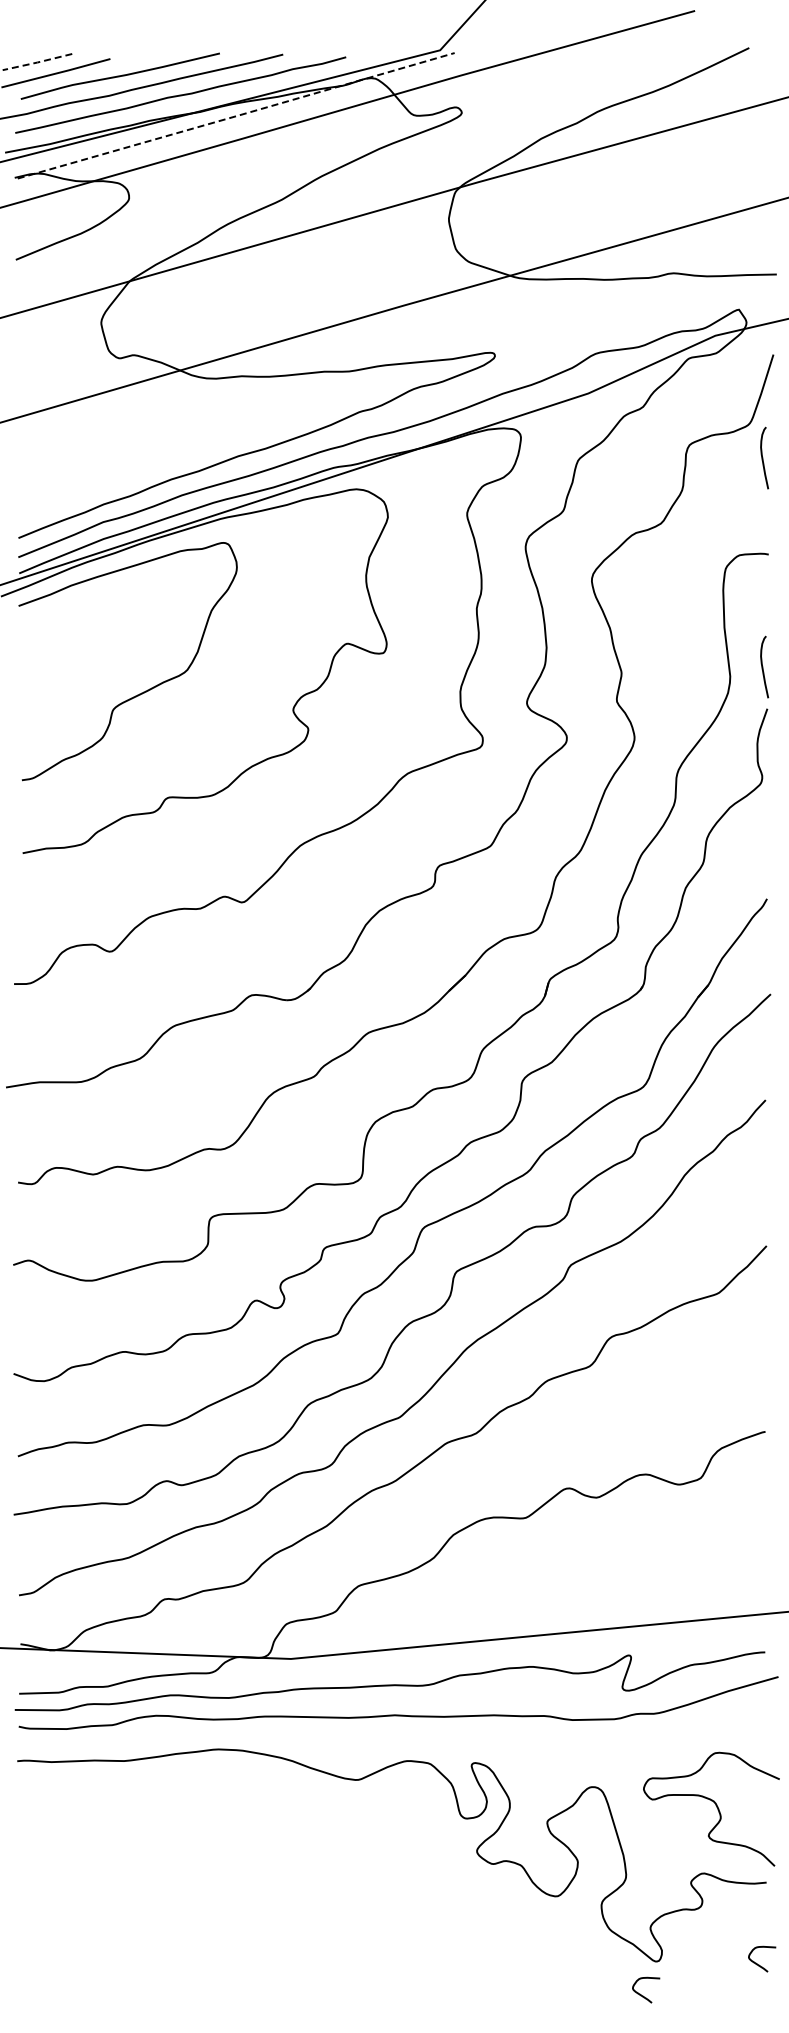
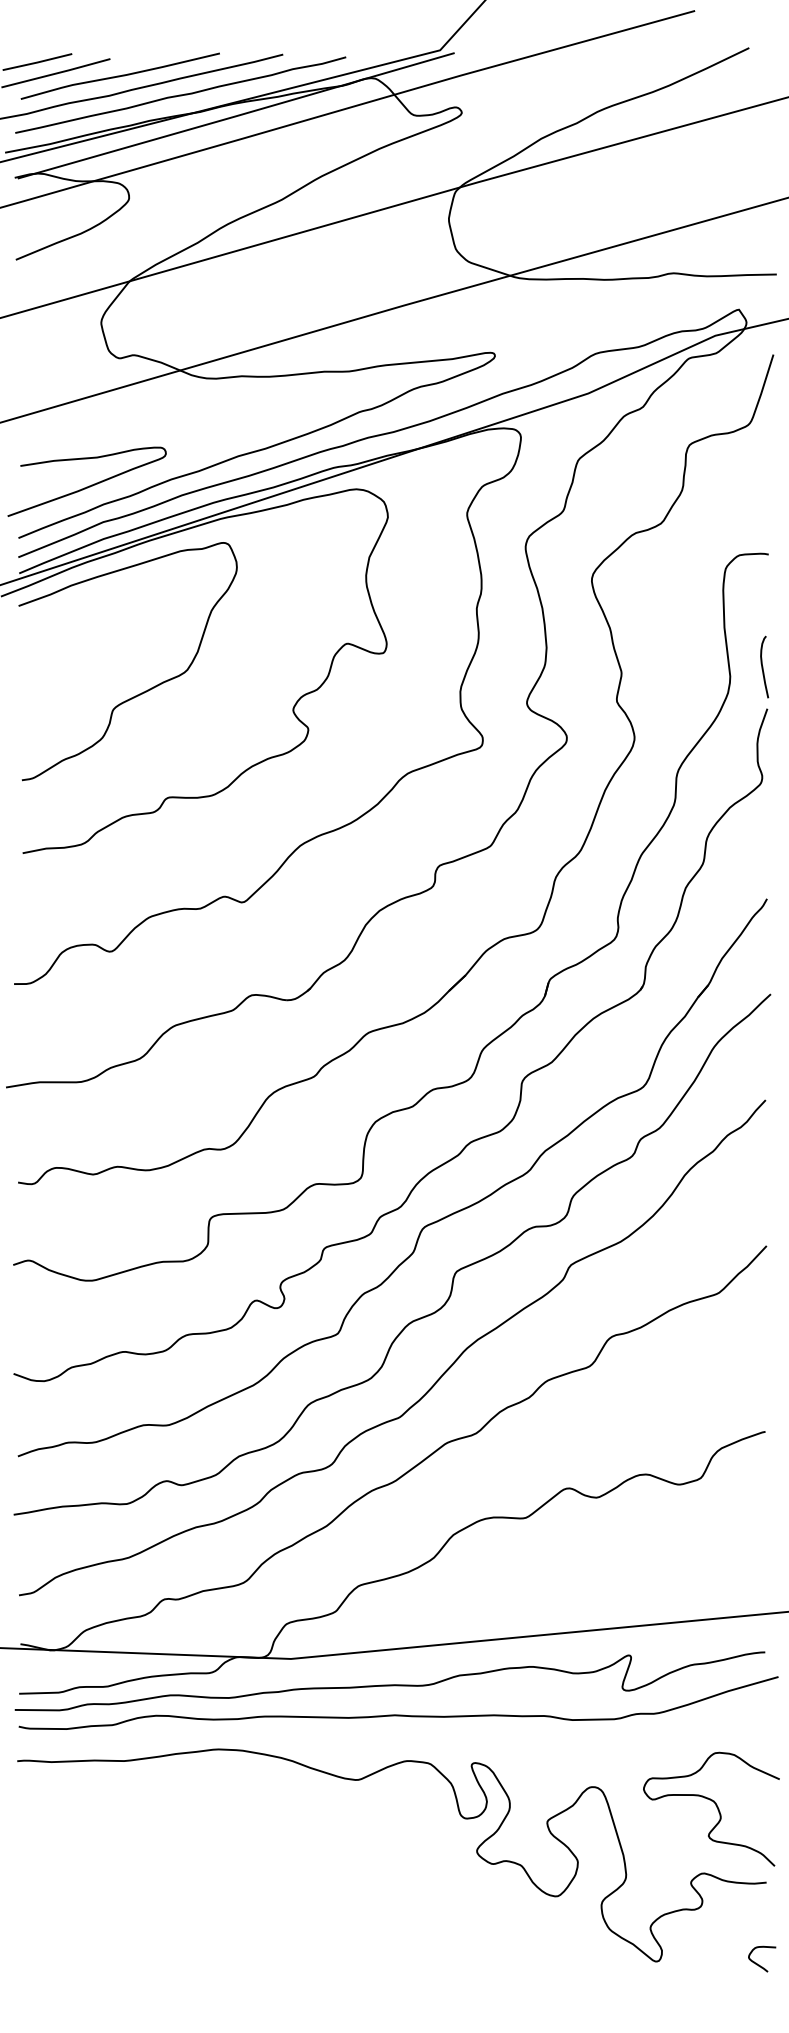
line at (37, 62): dashed -> solid
line at (236, 116): dashed -> solid
curve at (763, 457): present -> none
curve at (89, 485): none -> present
curve at (643, 1995): present -> none
